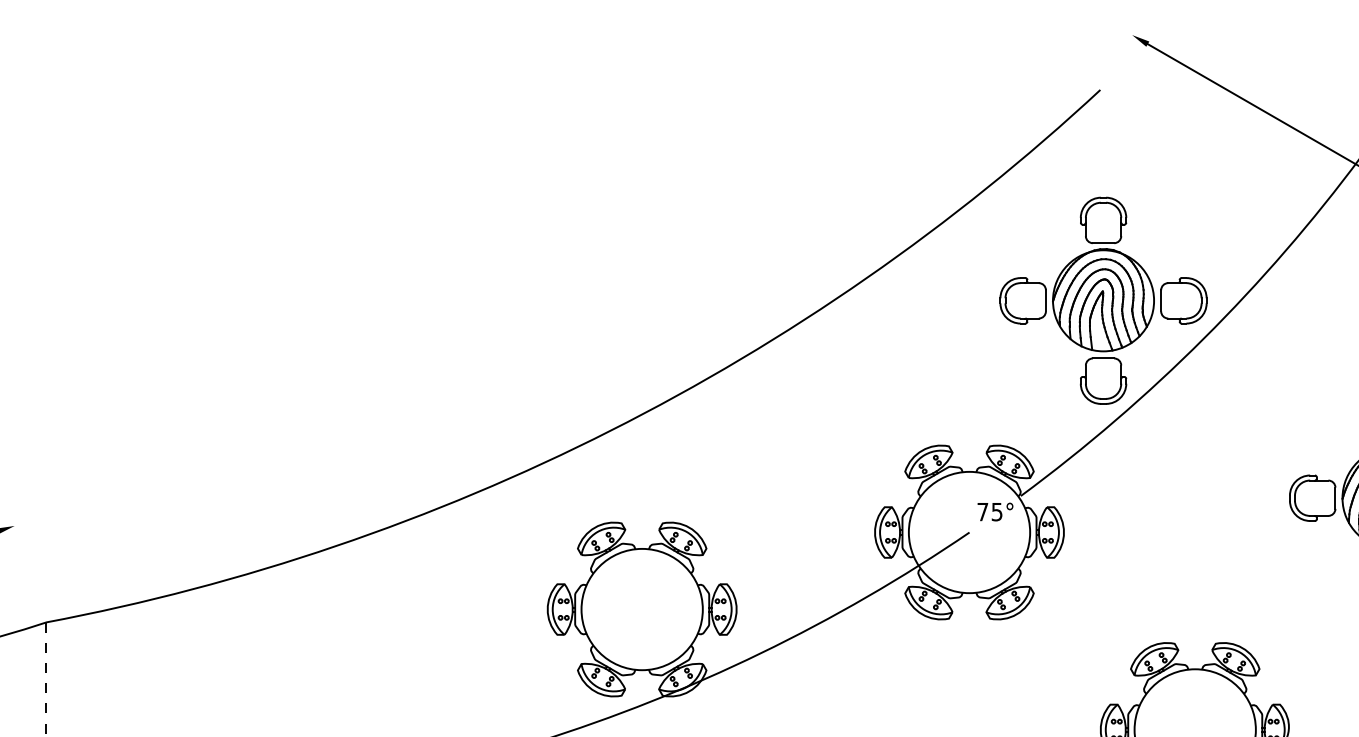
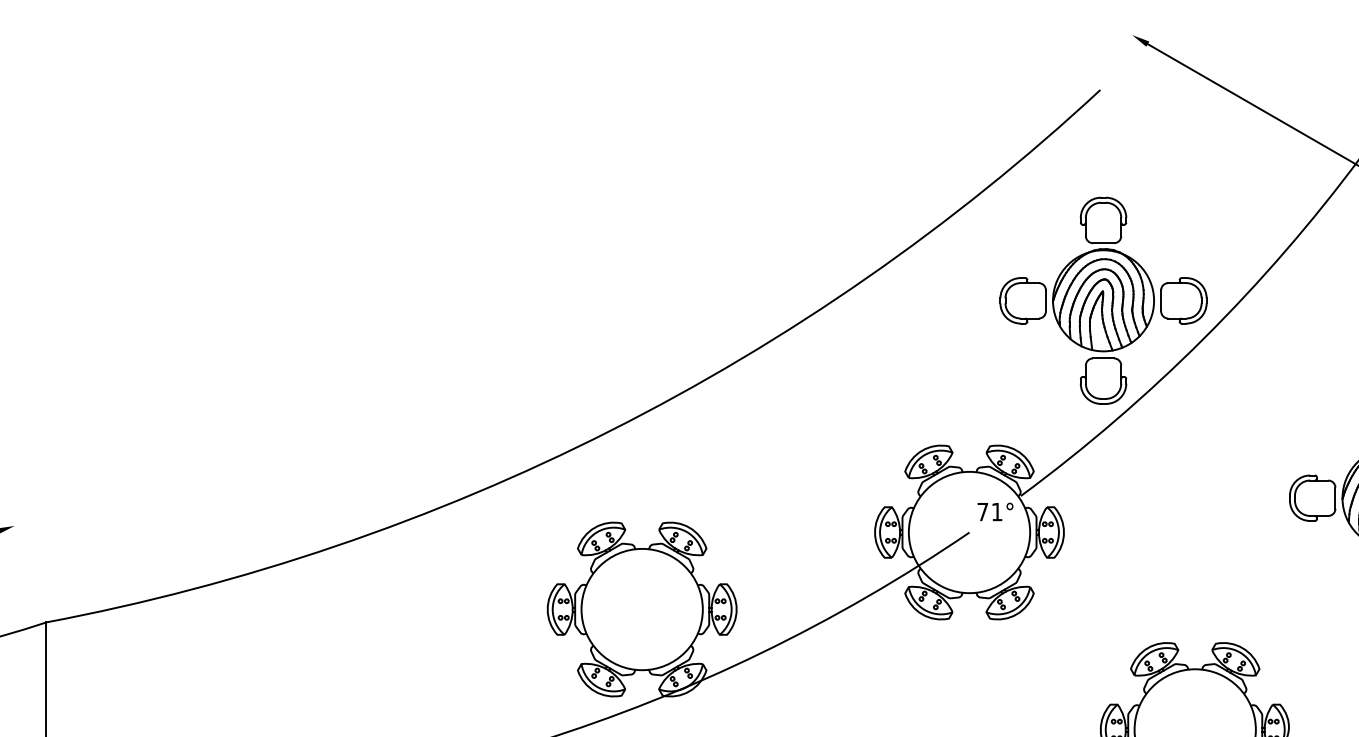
text at (996, 512): 75° -> 71°
line at (46, 679): dashed -> solid
